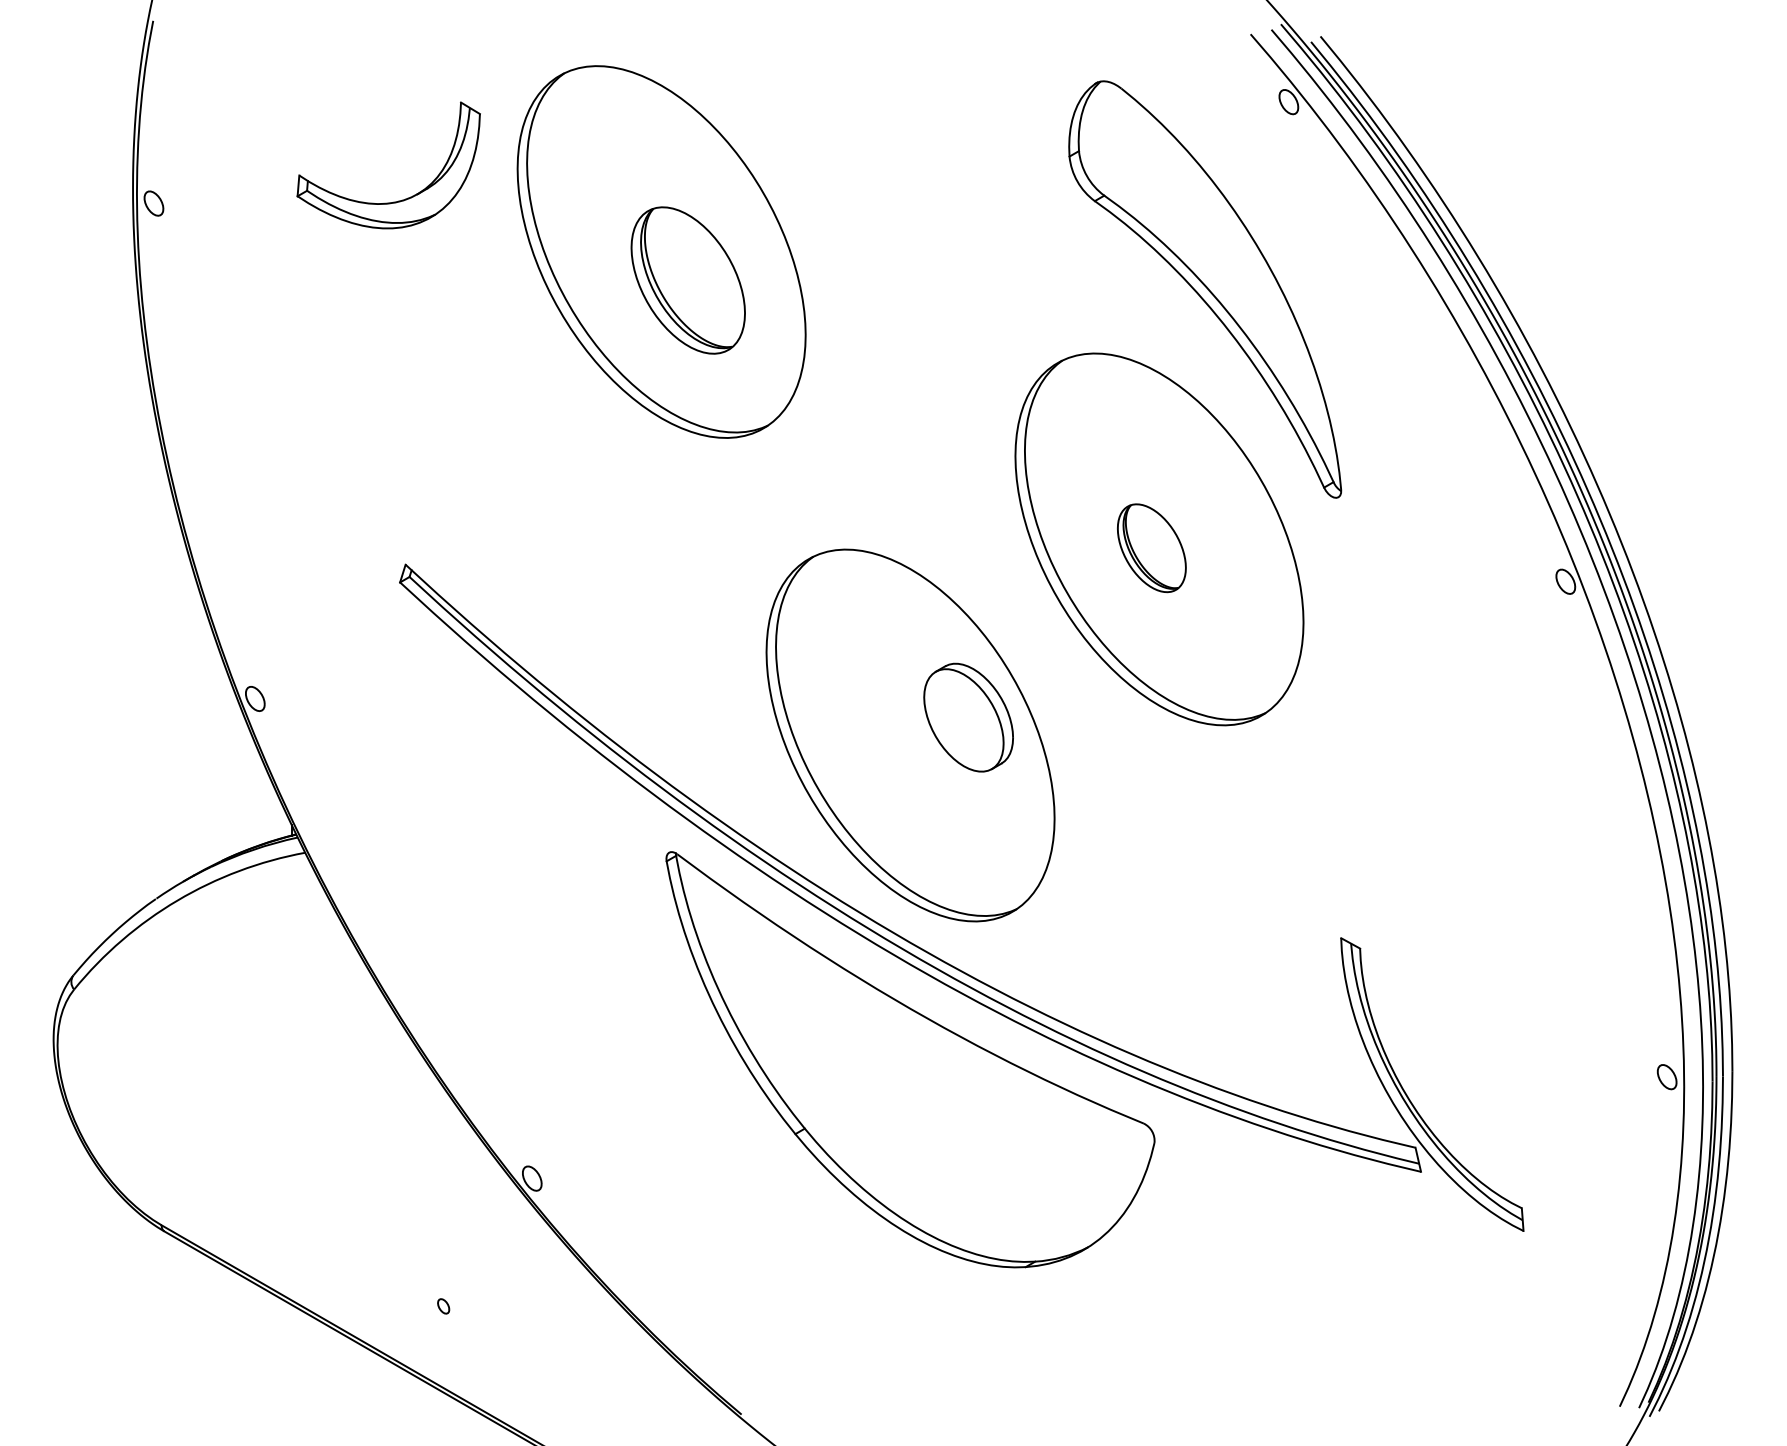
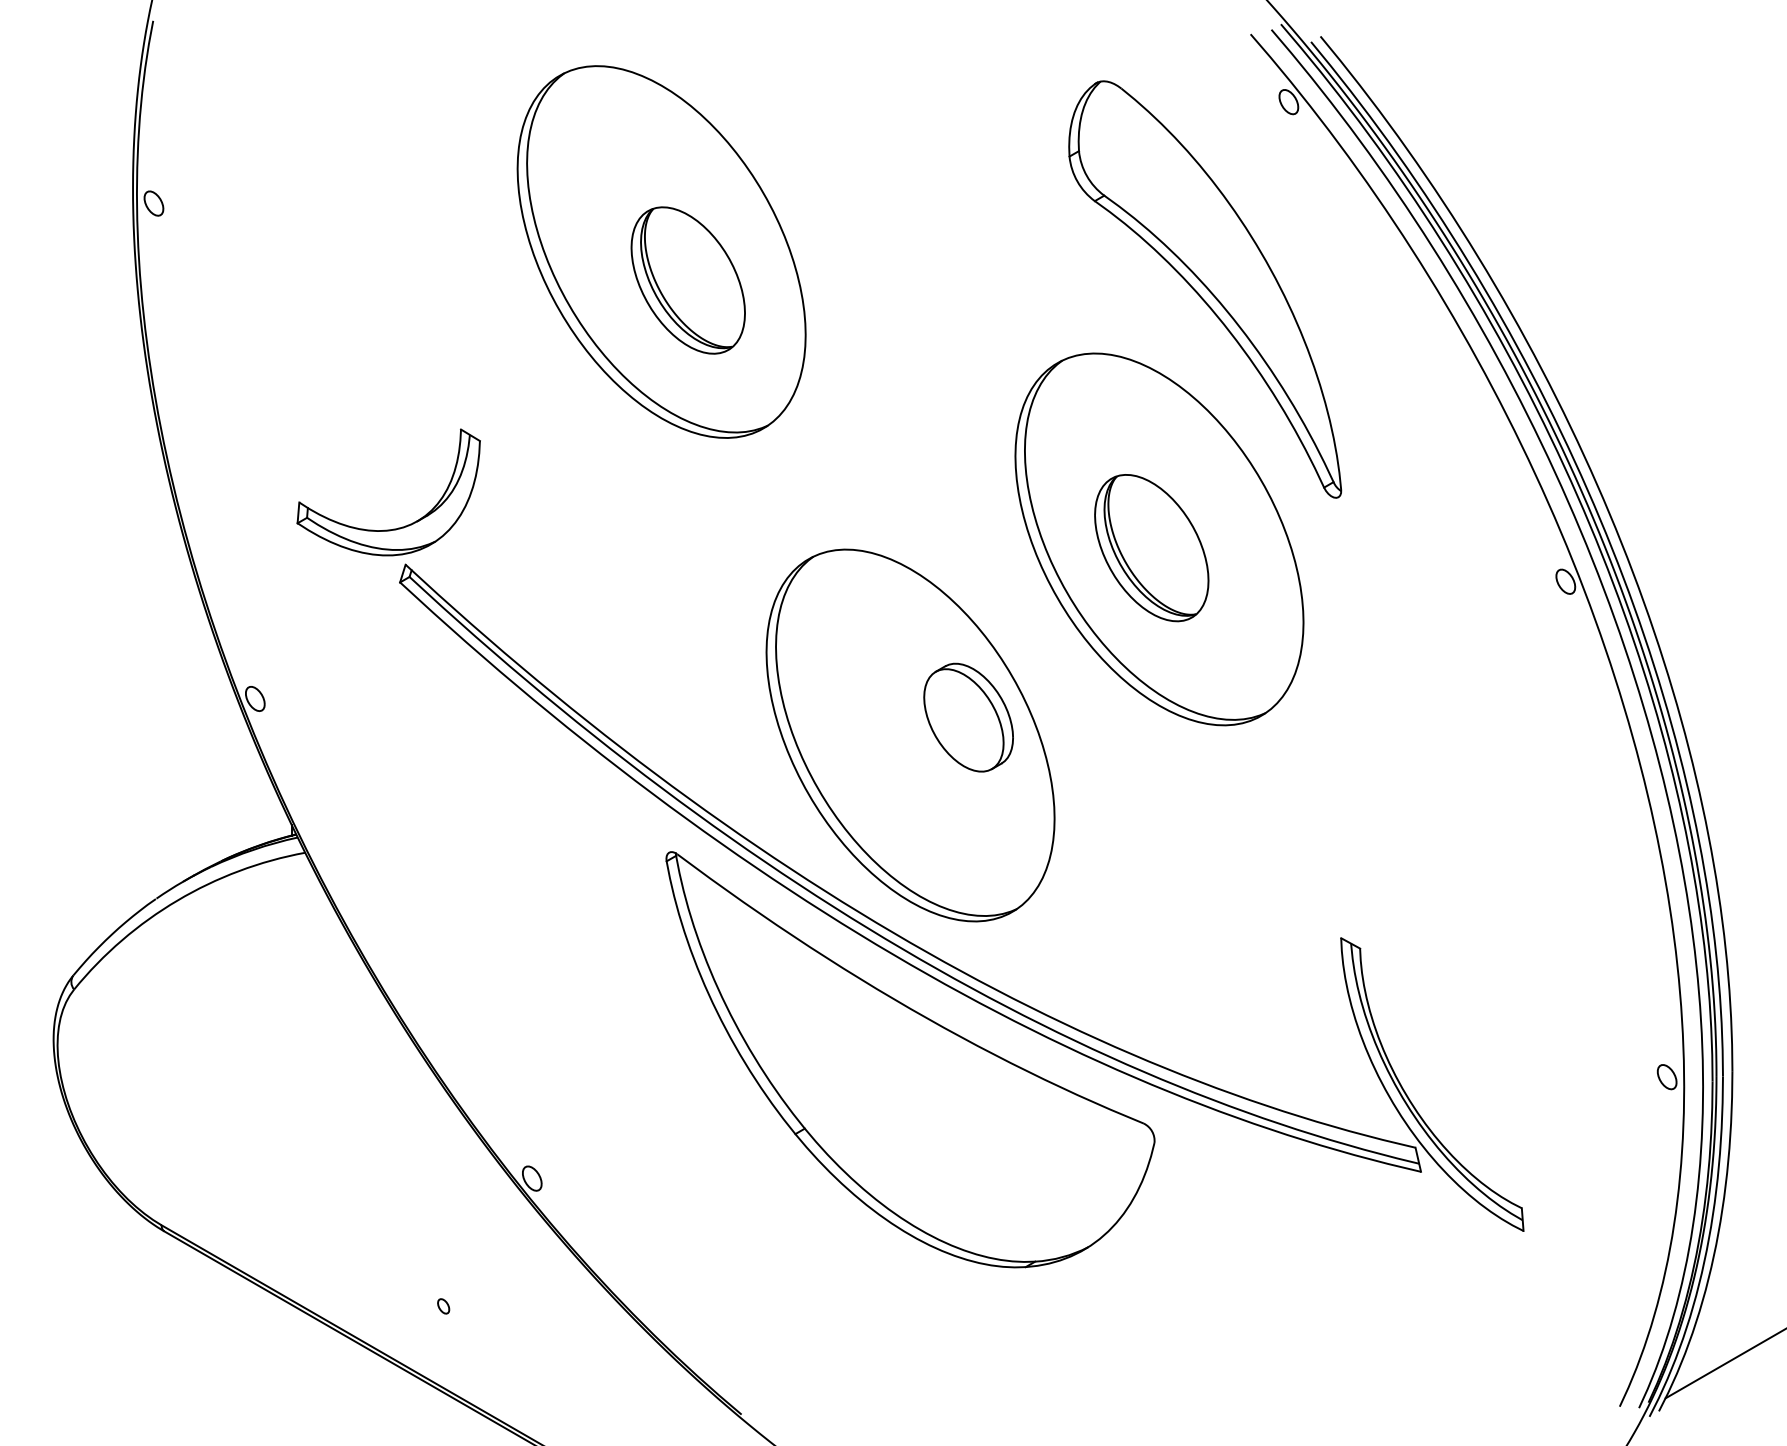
part at (393, 201) position: (393, 201) -> (393, 528)
part at (1151, 548) size: 70x91 px -> 116x149 px
line at (1724, 1364): none -> present
